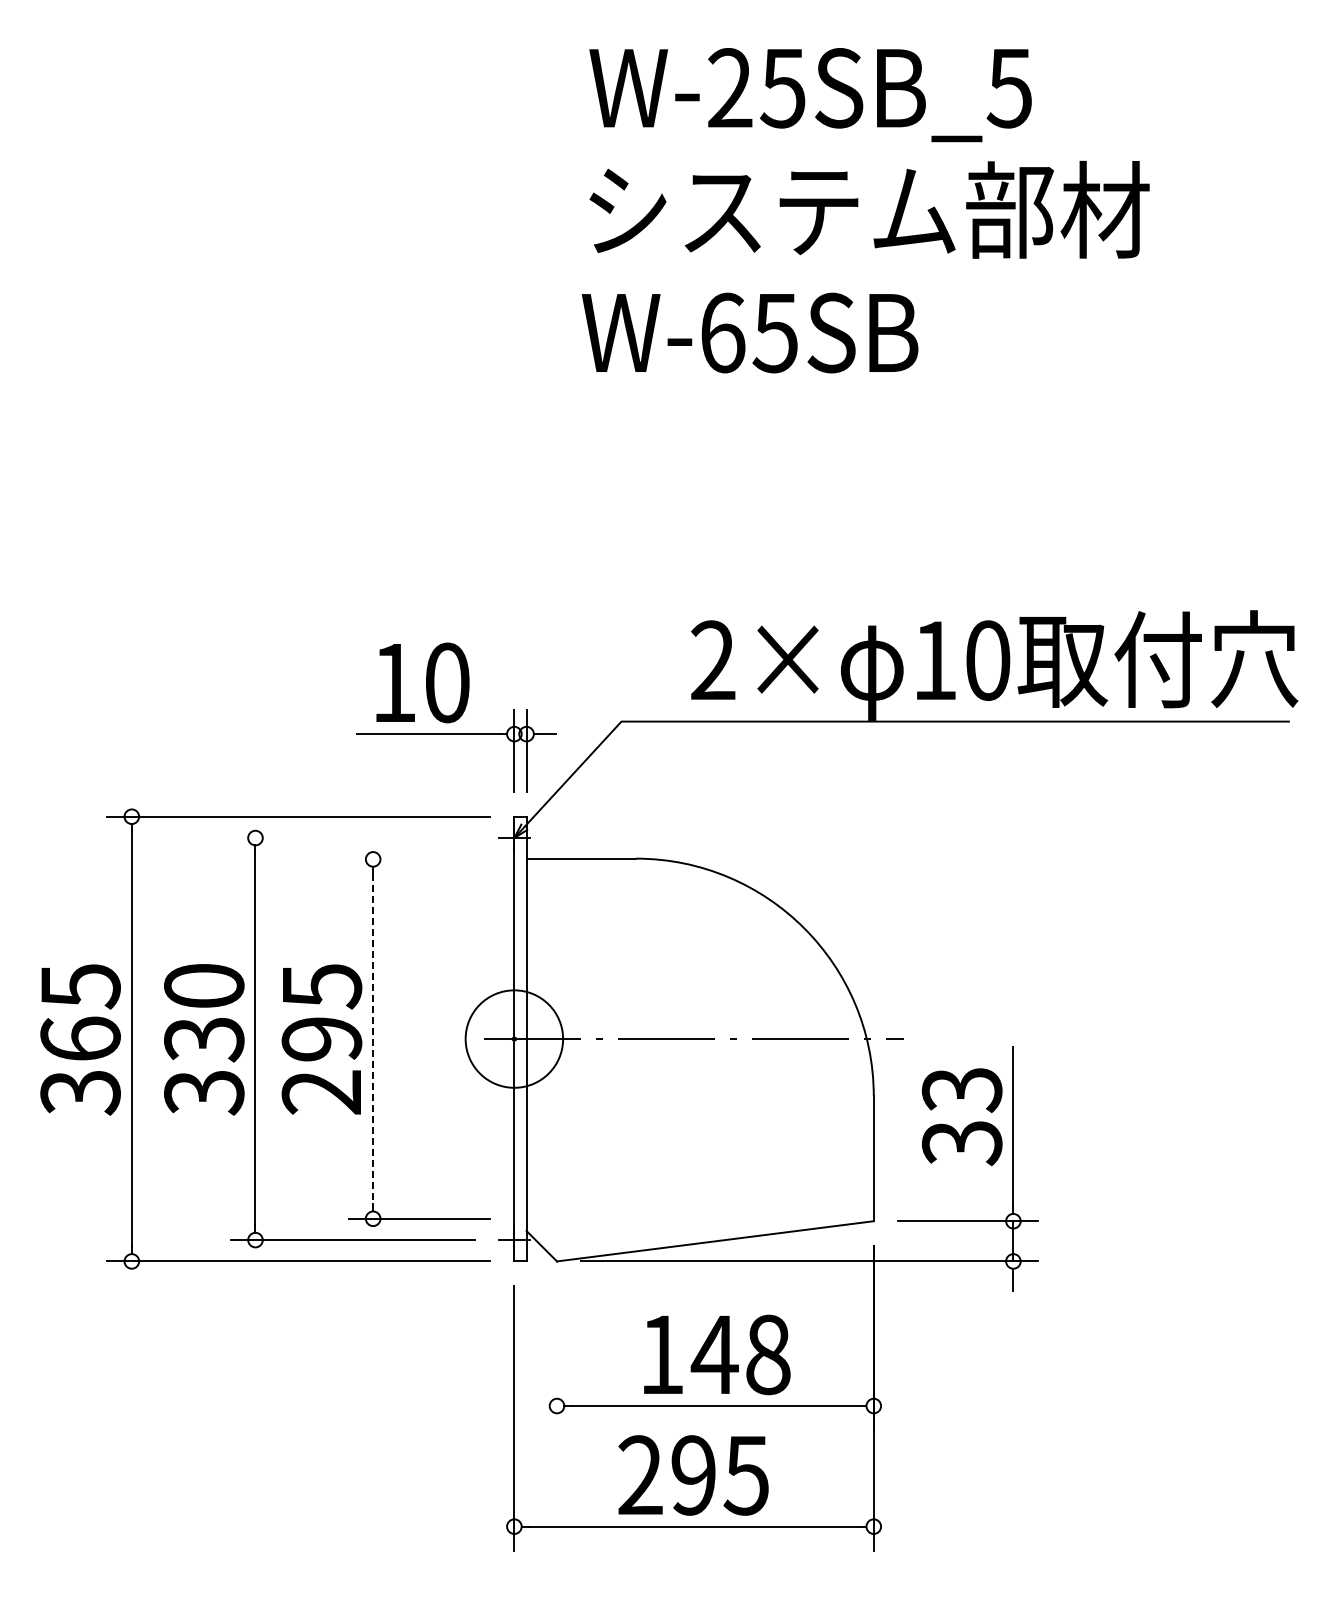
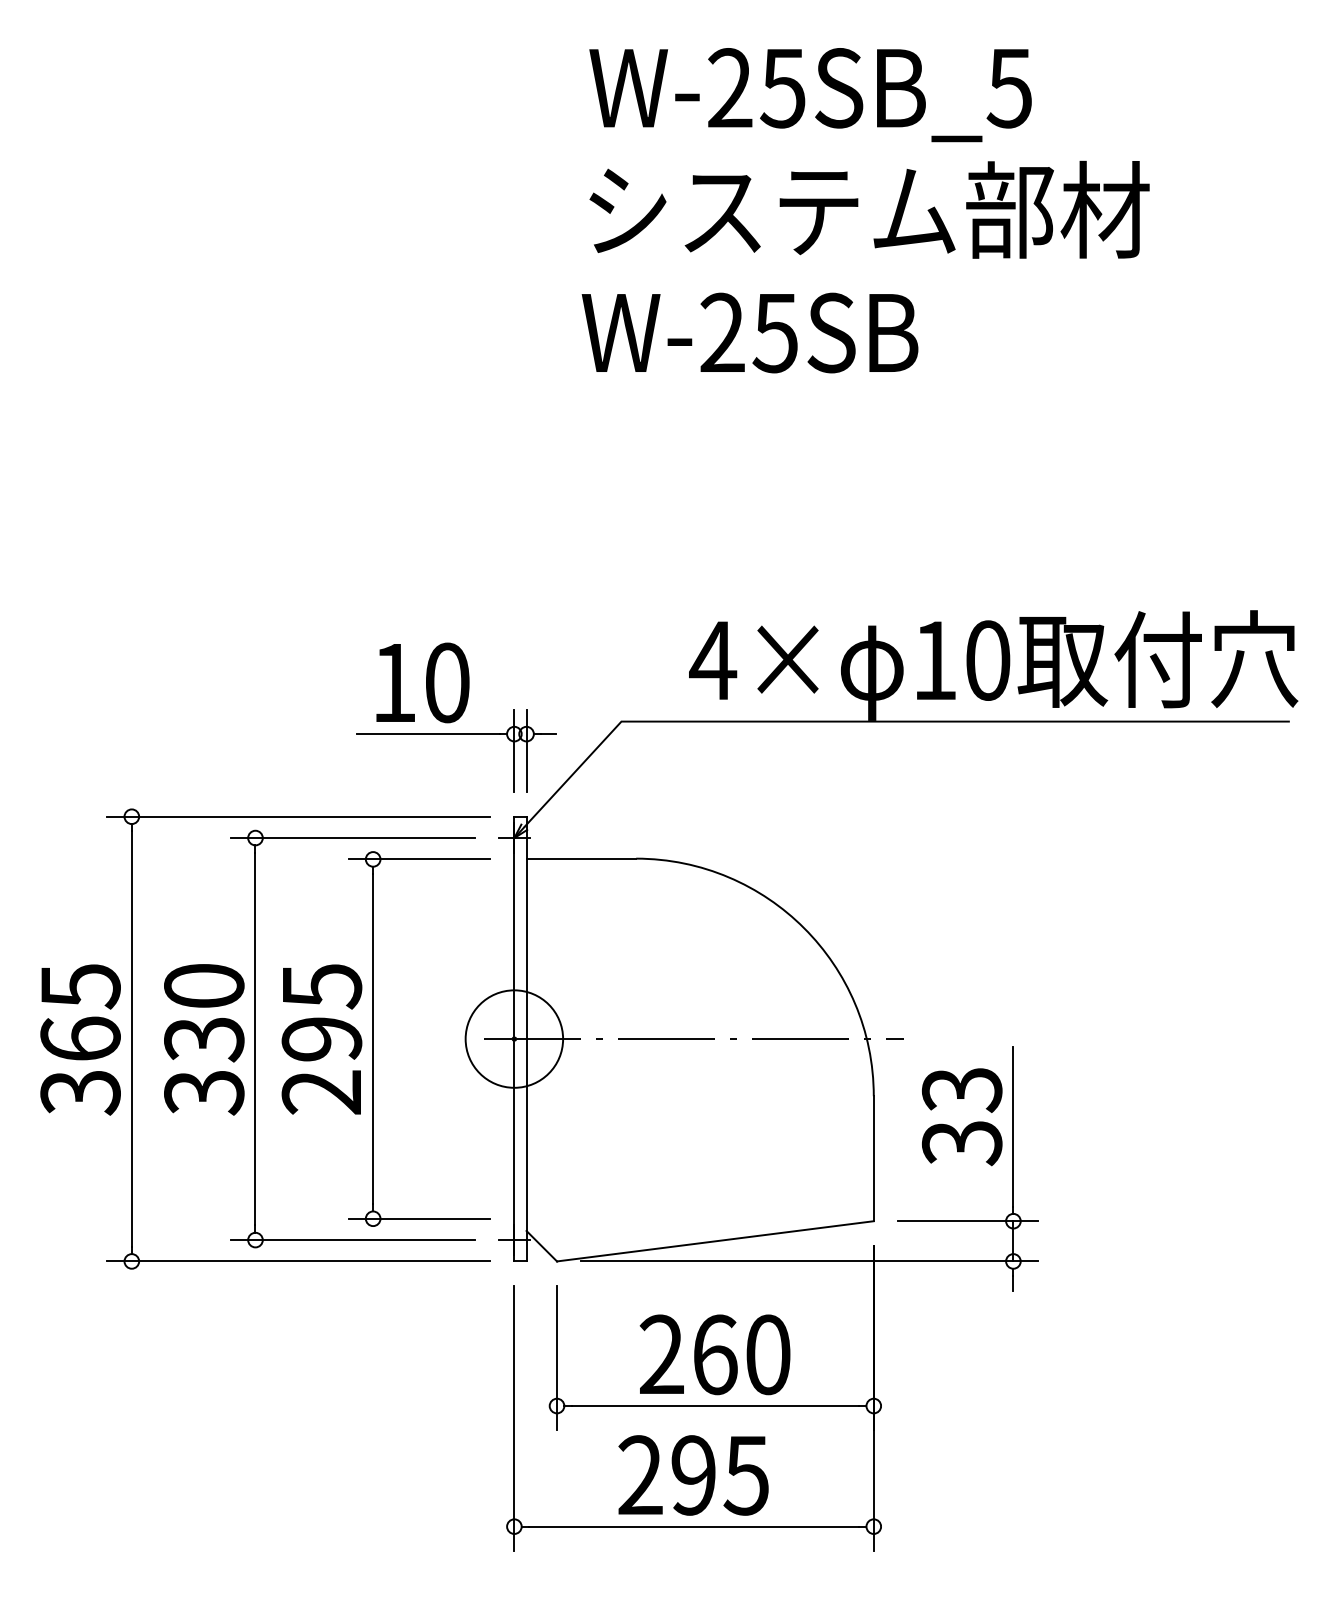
text at (722, 332): W-65SB -> W-25SB
text at (713, 659): 2× -> 4×
line at (352, 838): none -> present
line at (419, 859): none -> present
line at (373, 1039): dashed -> solid
text at (714, 1354): 148 -> 260
line at (557, 1357): none -> present
